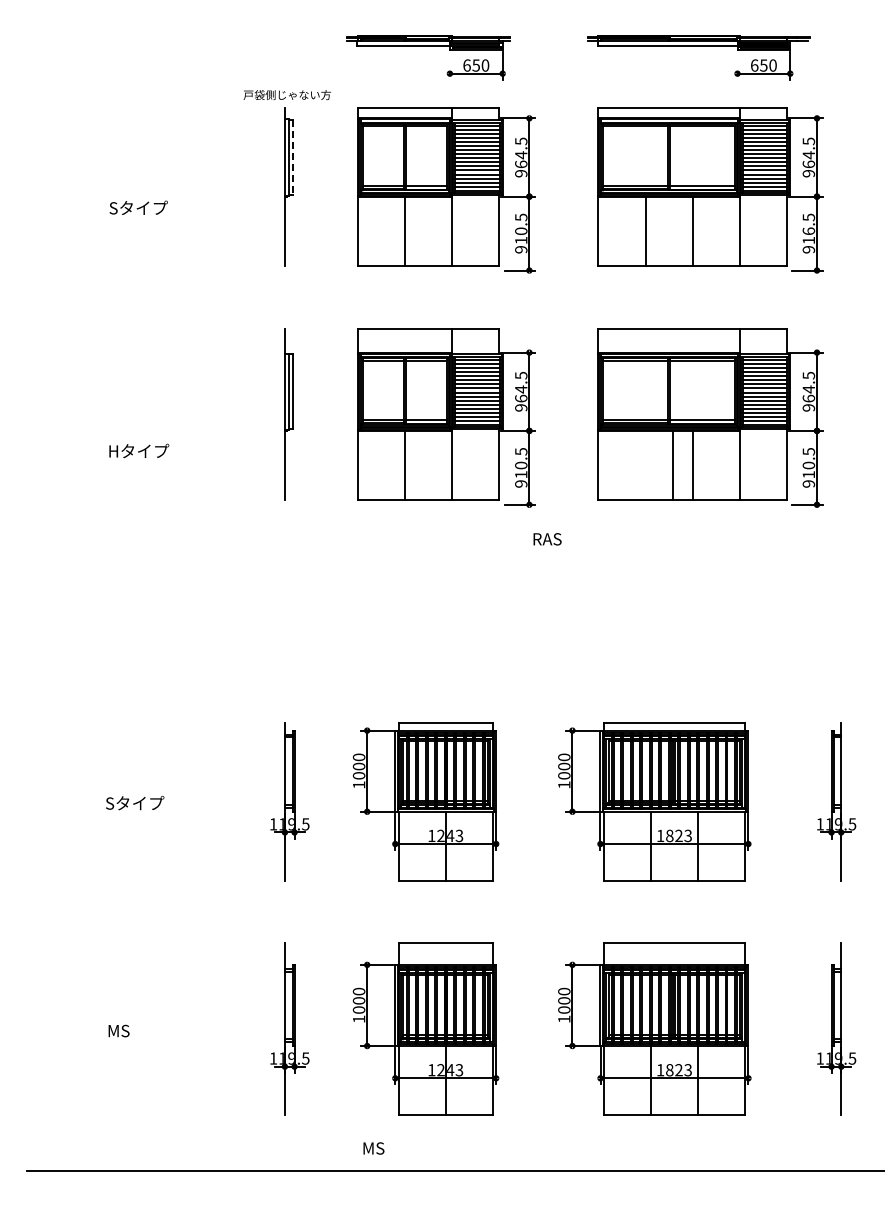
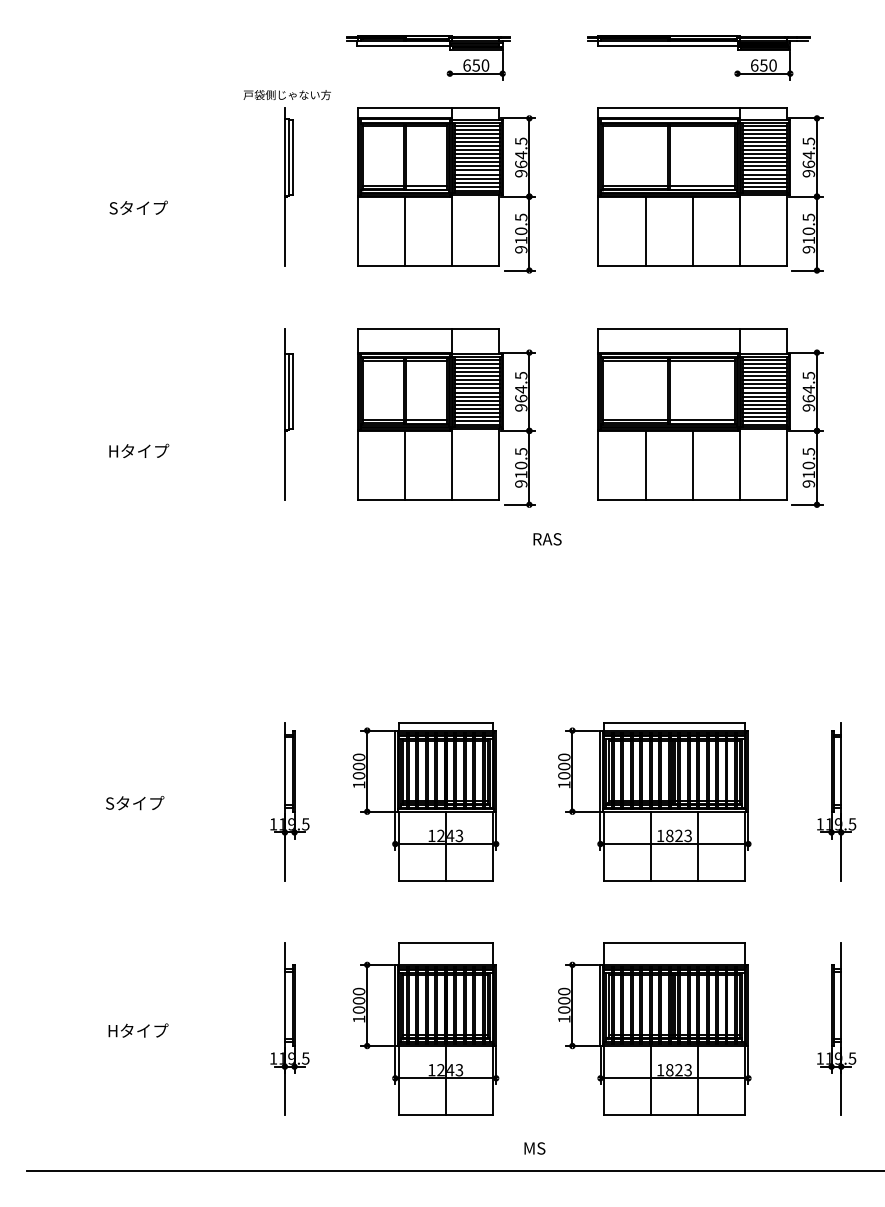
line at (293, 158): dashed -> solid
text at (808, 230): 916.5 -> 910.5
line at (672, 465) position: (672, 465) -> (645, 465)
text at (138, 1030): MS -> Hタイプ
text at (373, 1148) position: (373, 1148) -> (534, 1148)
